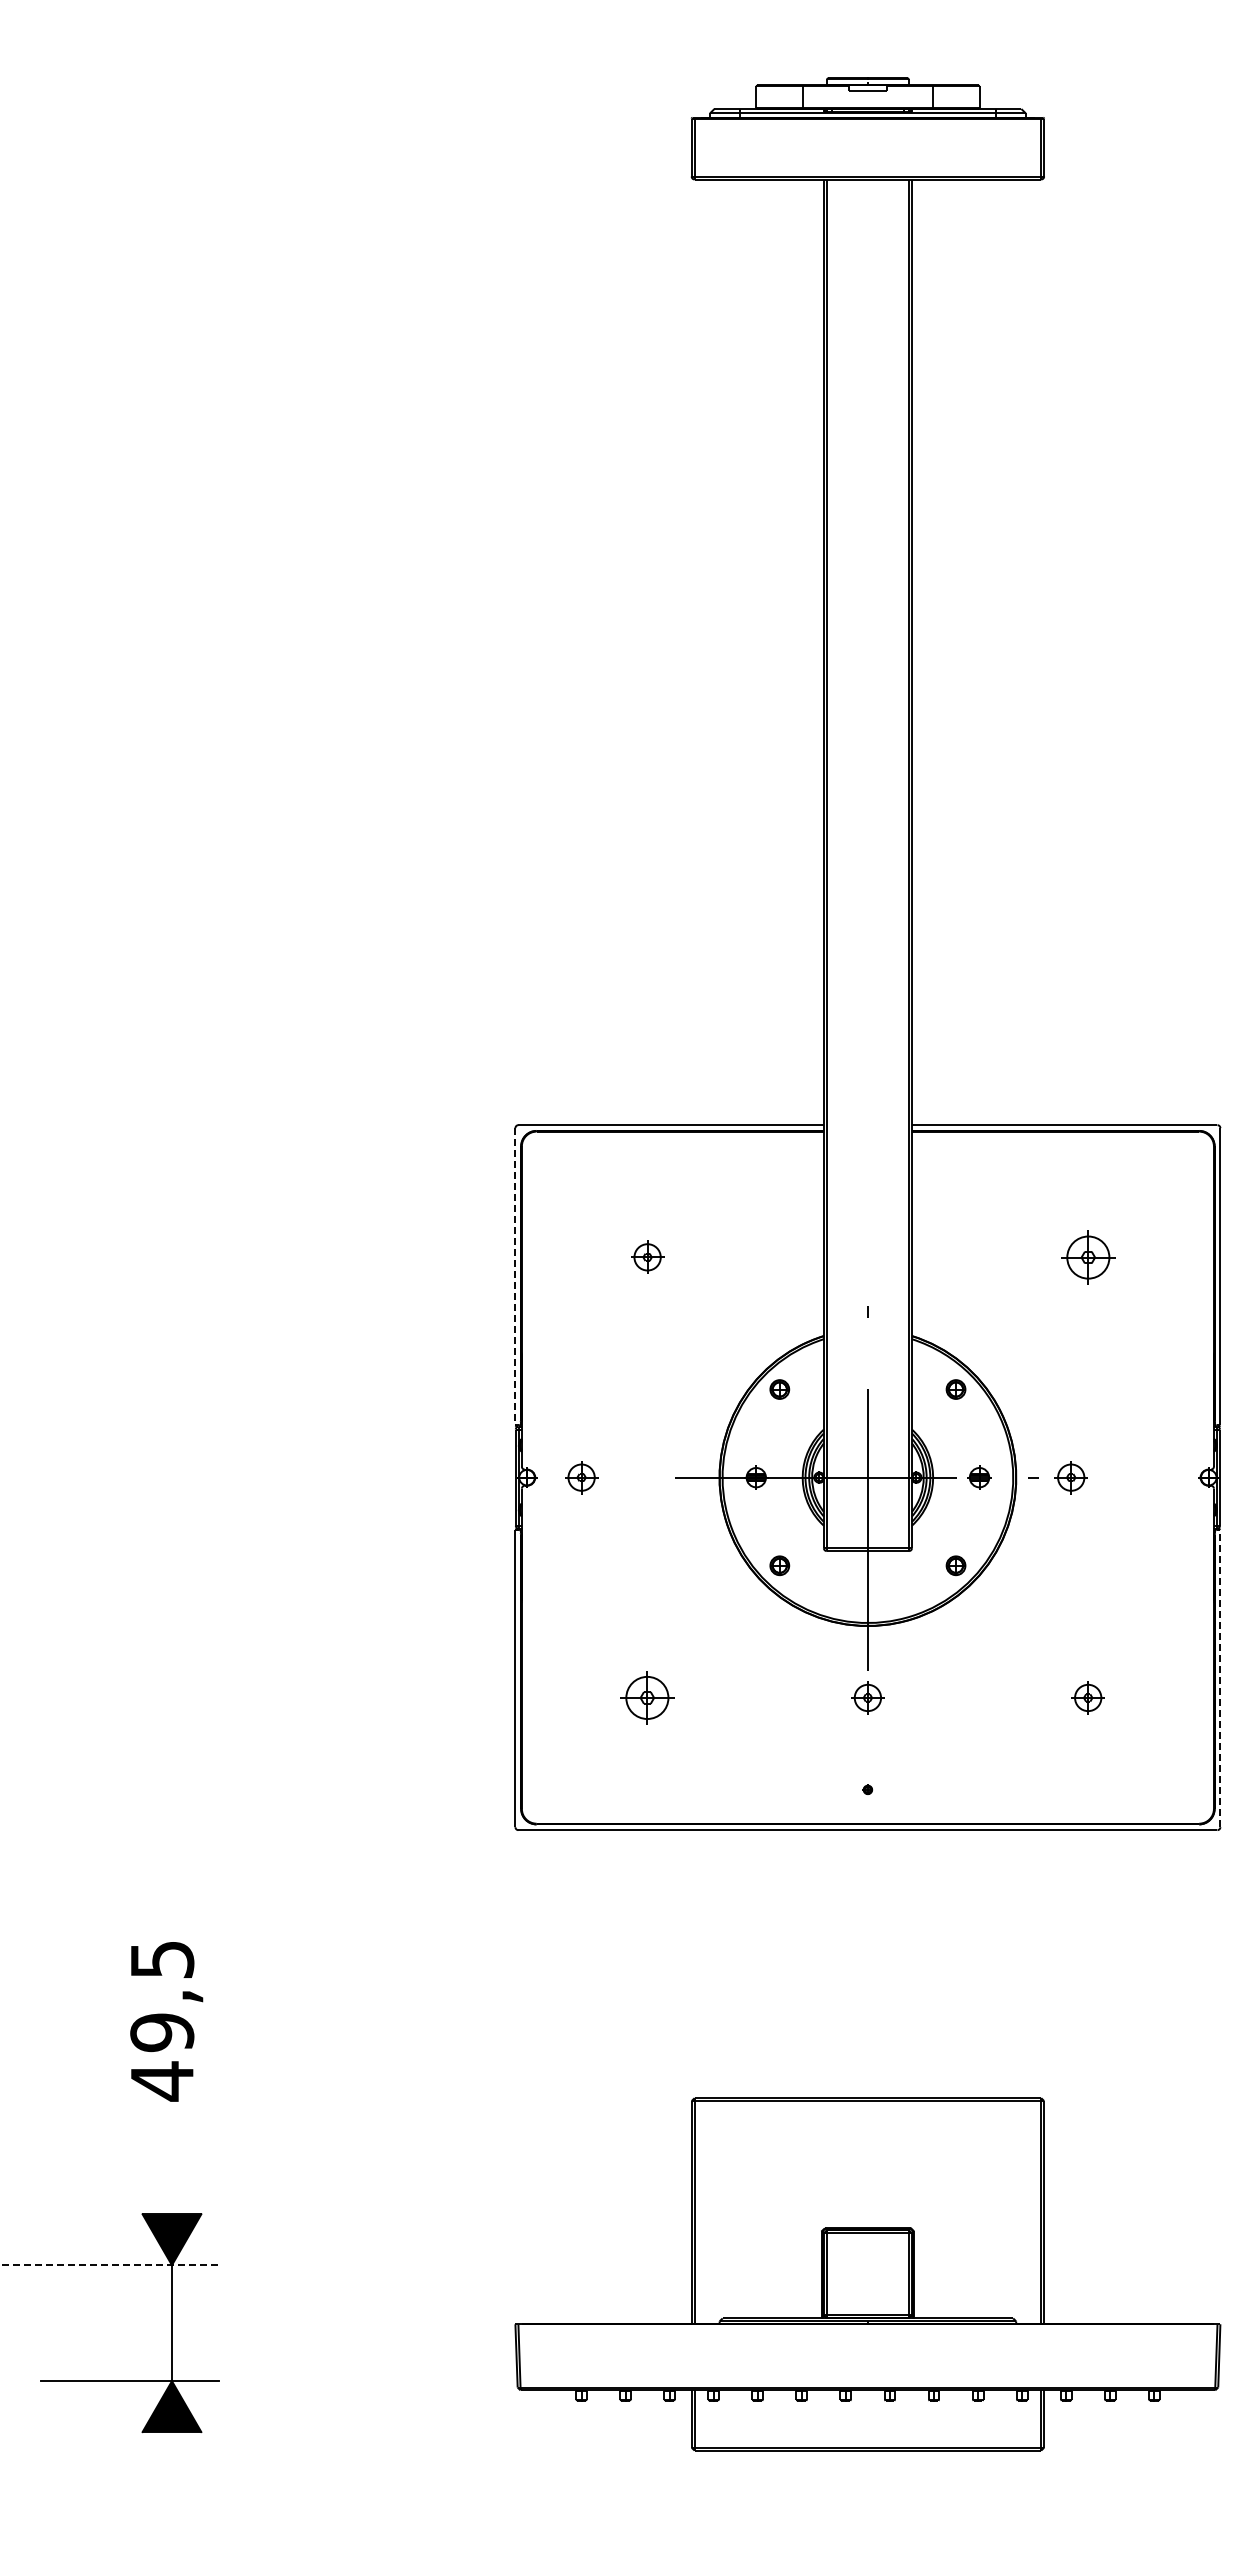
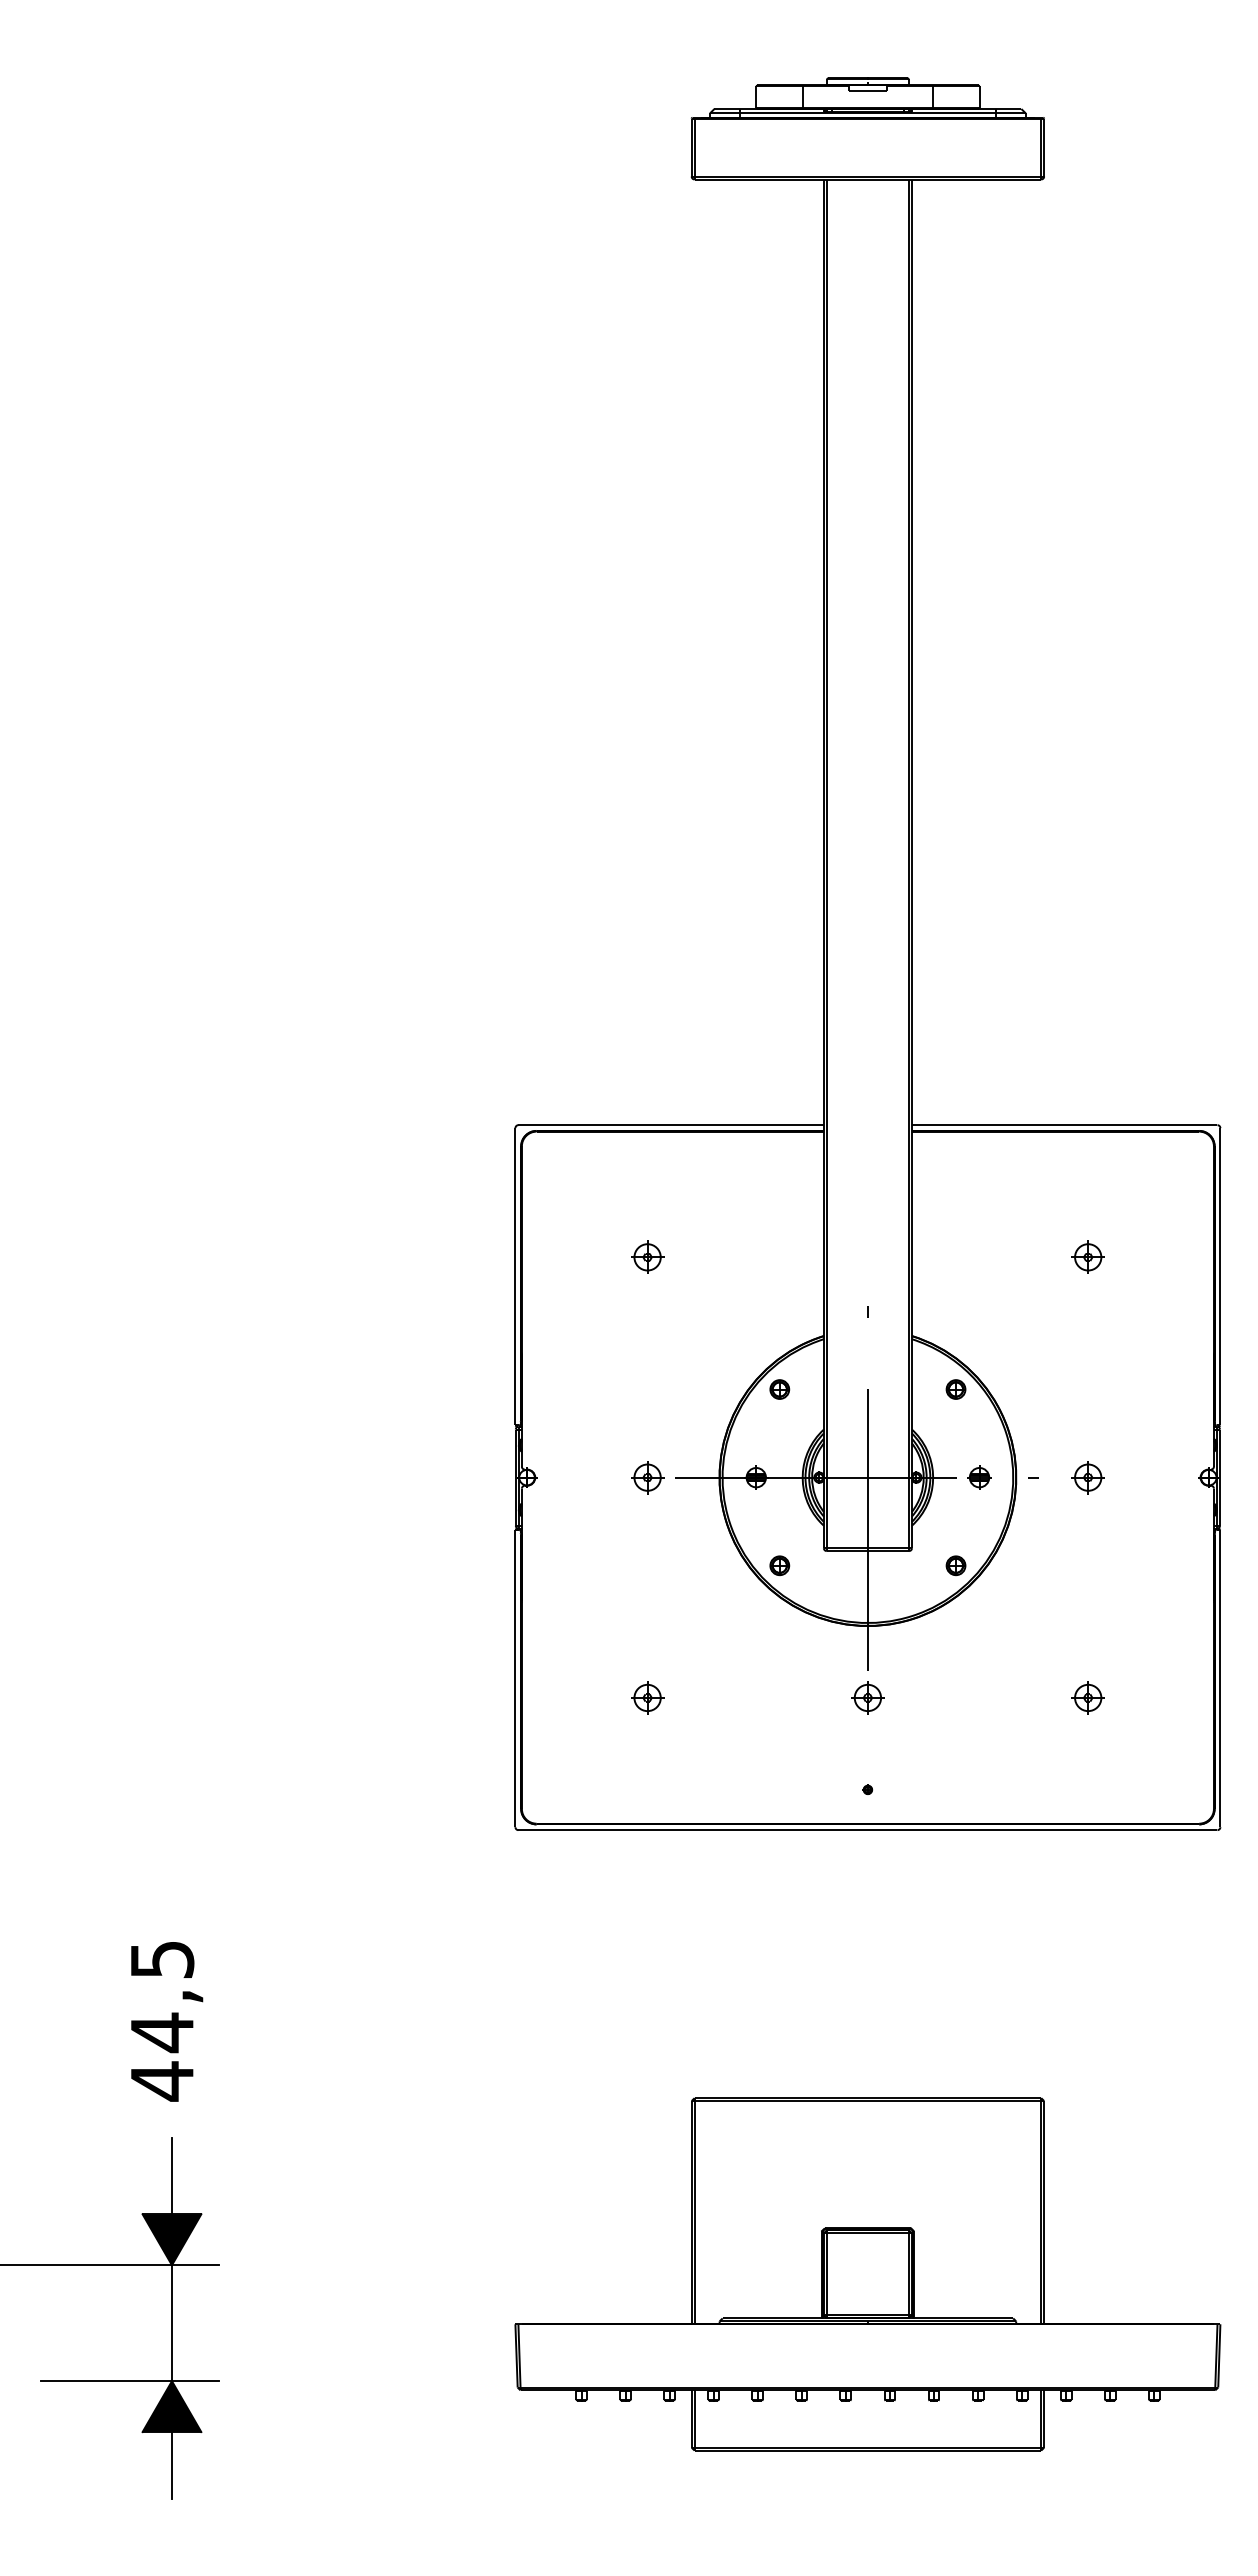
part at (1088, 1257) size: 55x55 px -> 34x34 px
line at (515, 1276): dashed -> solid
part at (581, 1477) position: (581, 1477) -> (647, 1477)
part at (1070, 1477) position: (1070, 1477) -> (1087, 1477)
line at (1220, 1678): dashed -> solid
part at (647, 1697) size: 55x54 px -> 34x34 px
text at (162, 2032): 49,5 -> 44,5
line at (171, 2176): none -> present
line at (110, 2265): dashed -> solid
line at (171, 2465): none -> present
